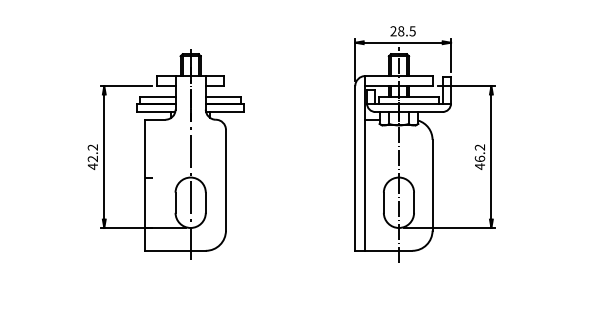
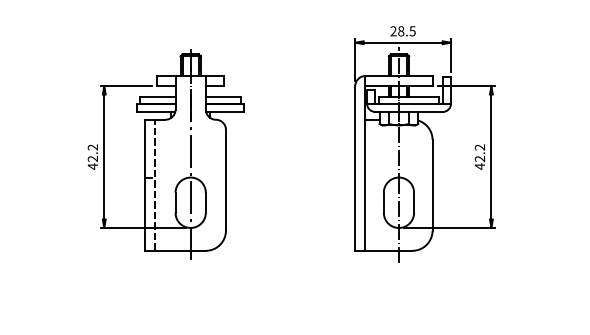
text at (479, 158): 46.2 -> 42.2
line at (155, 184): none -> present
